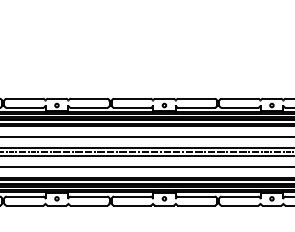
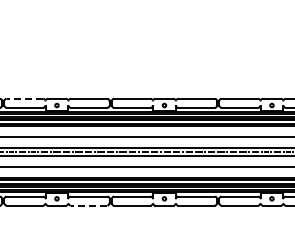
line at (24, 98): solid -> dashed
line at (88, 205): solid -> dashed
